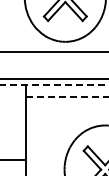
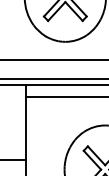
line at (53, 52) position: (53, 52) -> (53, 60)
line at (54, 85): dashed -> solid
line at (68, 97): dashed -> solid
